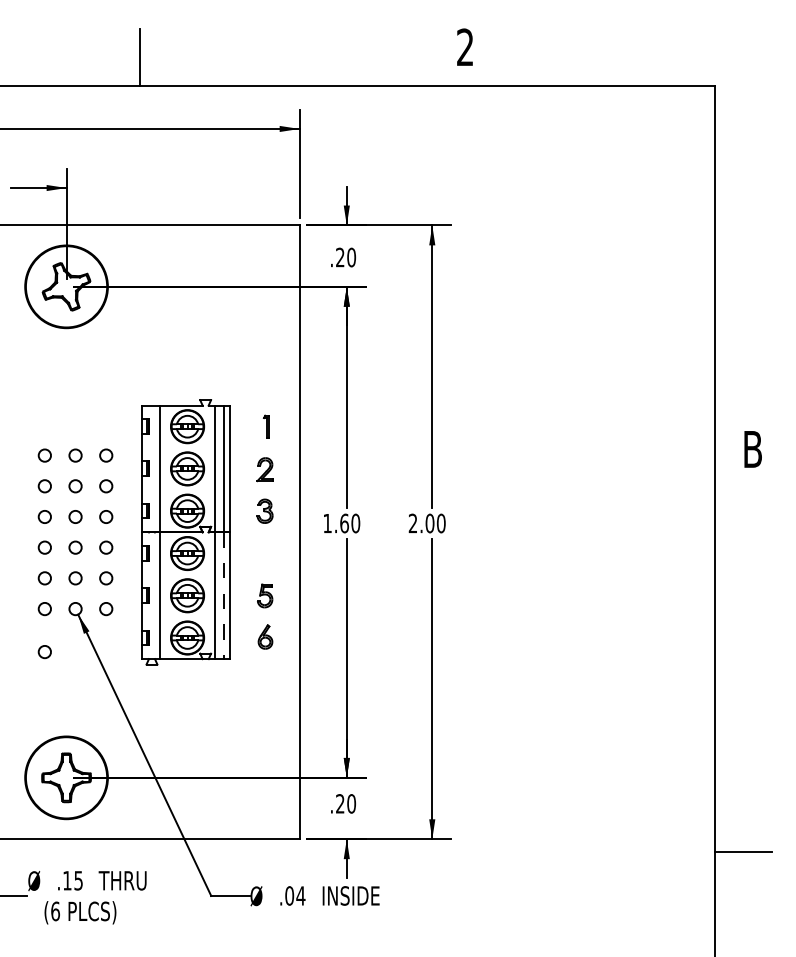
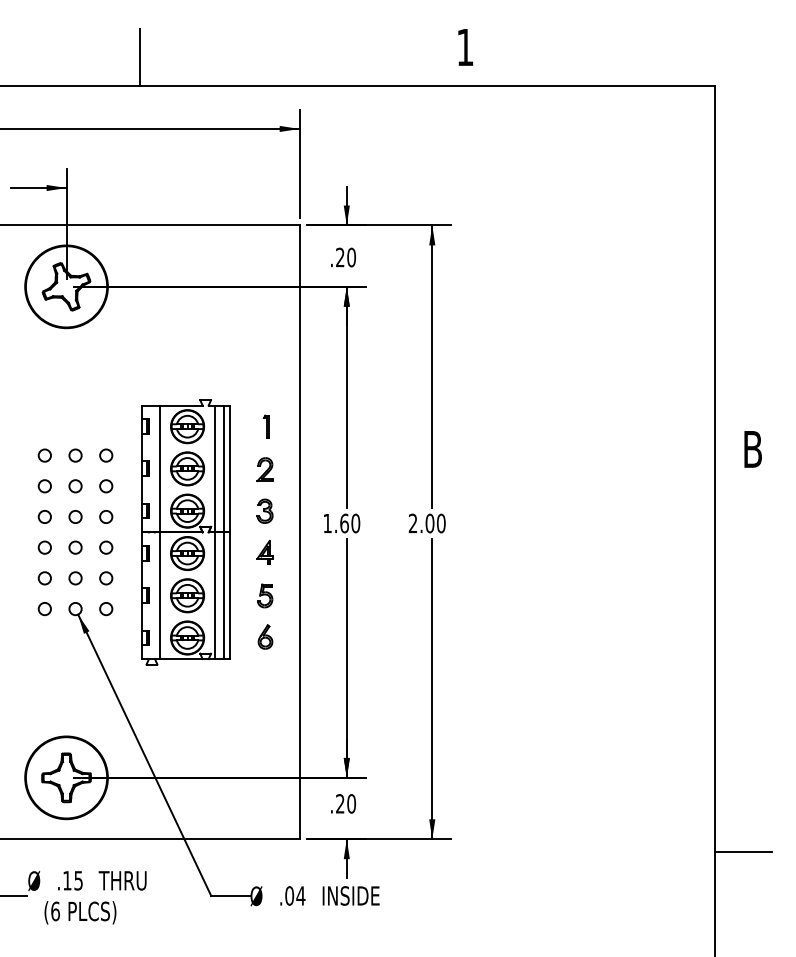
text at (465, 46): 2 -> 1
part at (264, 551): none -> present
line at (223, 596): dashed -> solid
circle at (44, 652): present -> none
